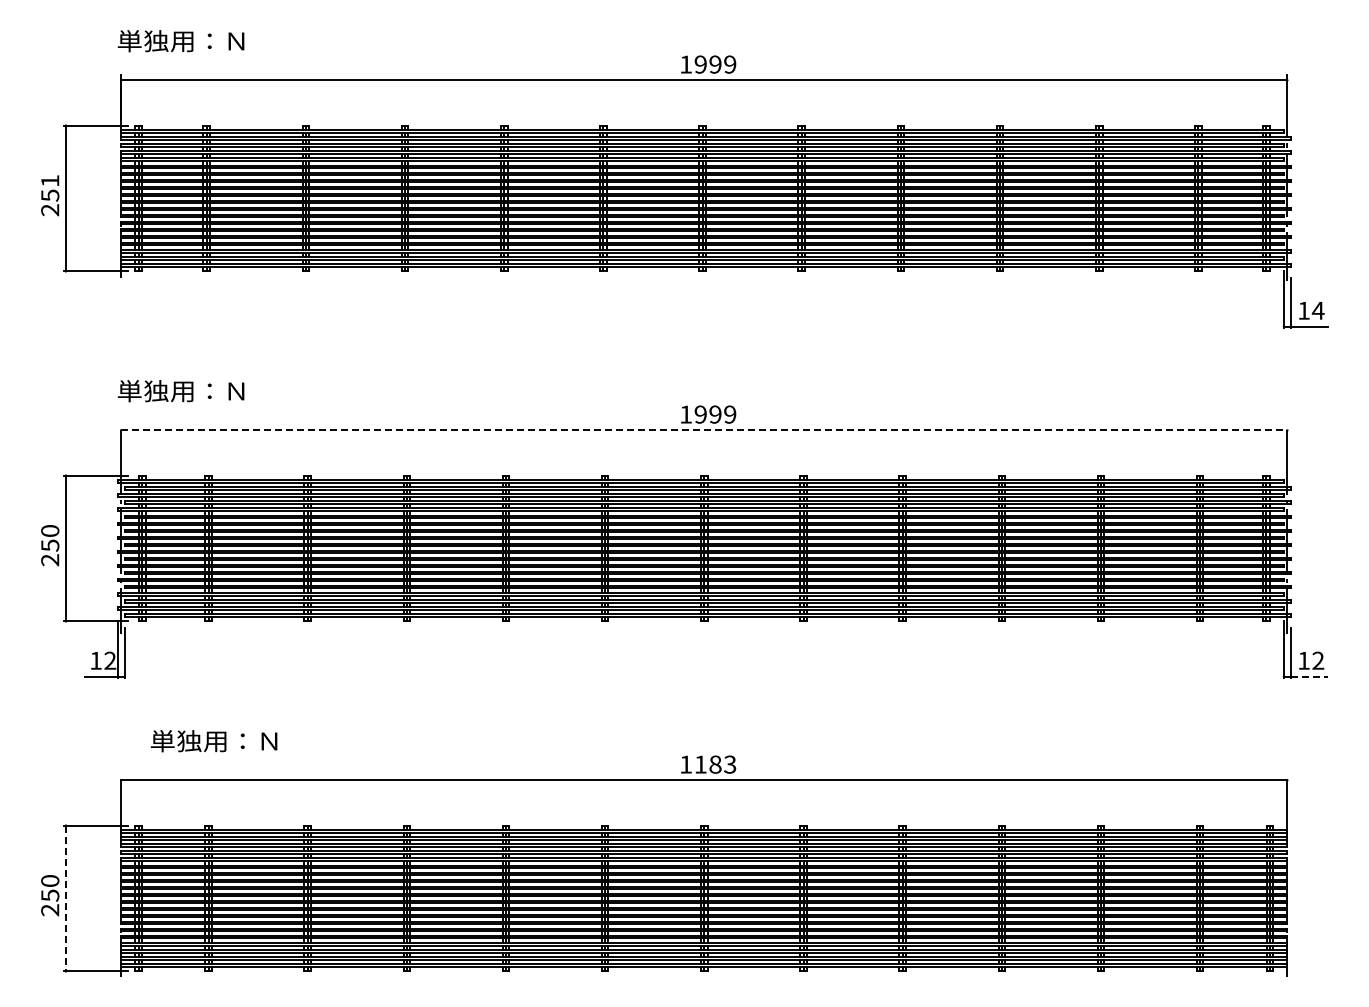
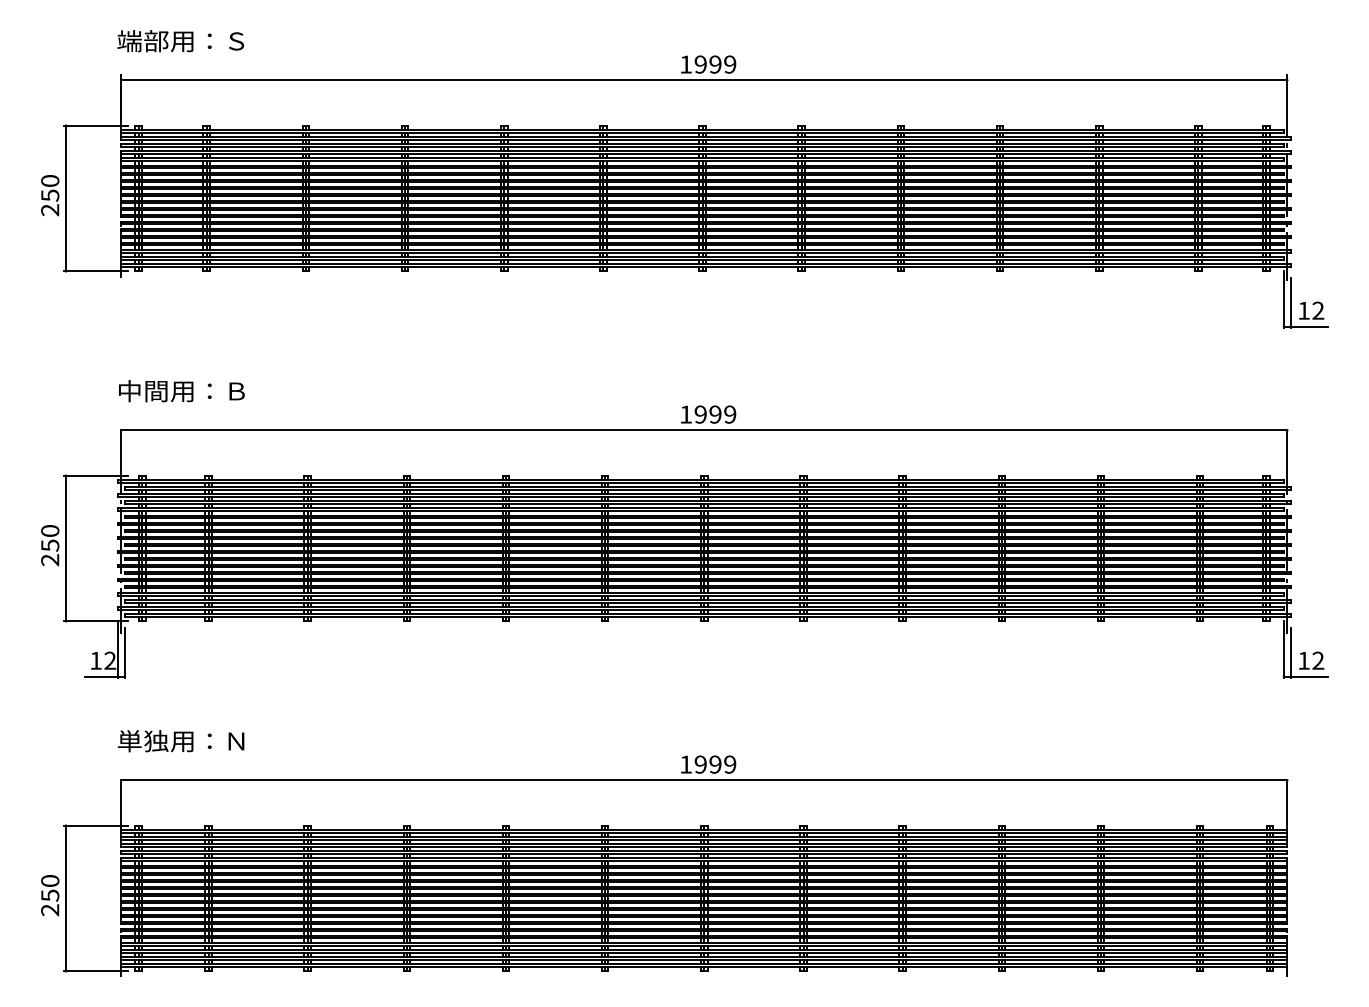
text at (180, 41): 単独用：Ｎ -> 端部用：Ｓ
text at (50, 180): 251 -> 250
text at (1317, 310): 14 -> 12
text at (180, 391): 単独用：Ｎ -> 中間用：Ｂ
line at (704, 430): dashed -> solid
line at (1309, 676): dashed -> solid
text at (213, 741) position: (213, 741) -> (180, 741)
text at (715, 764): 1183 -> 1999
line at (65, 898): dashed -> solid
